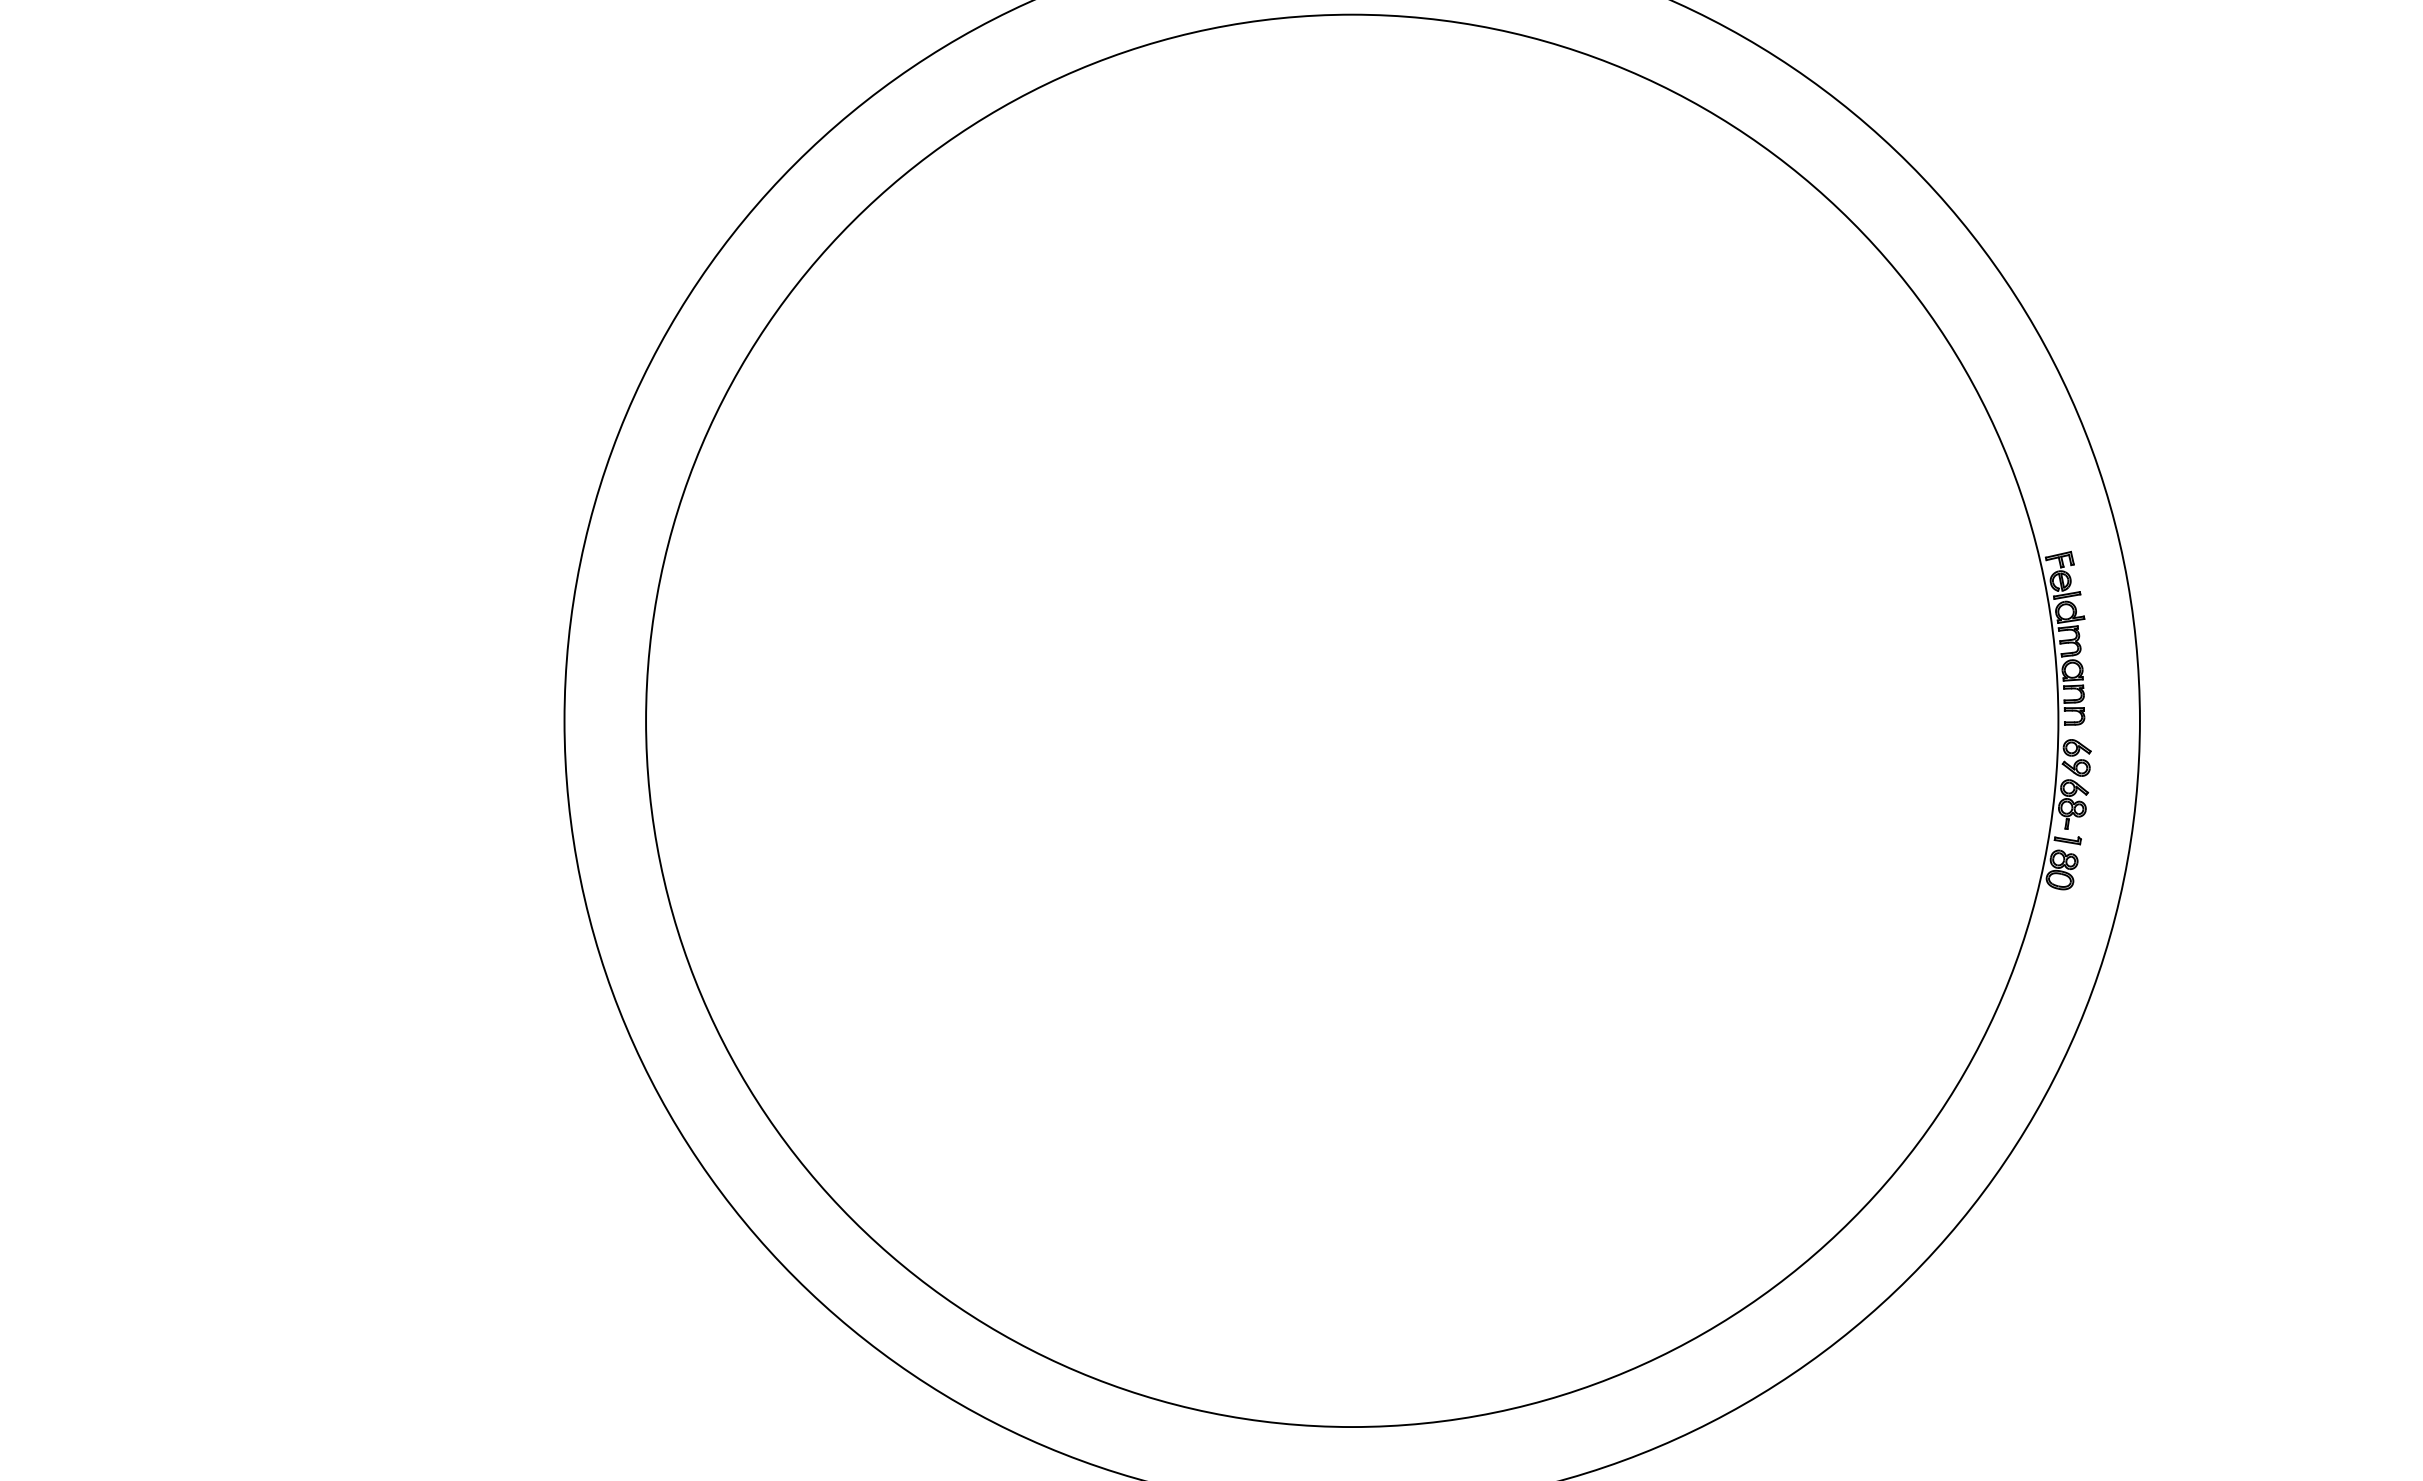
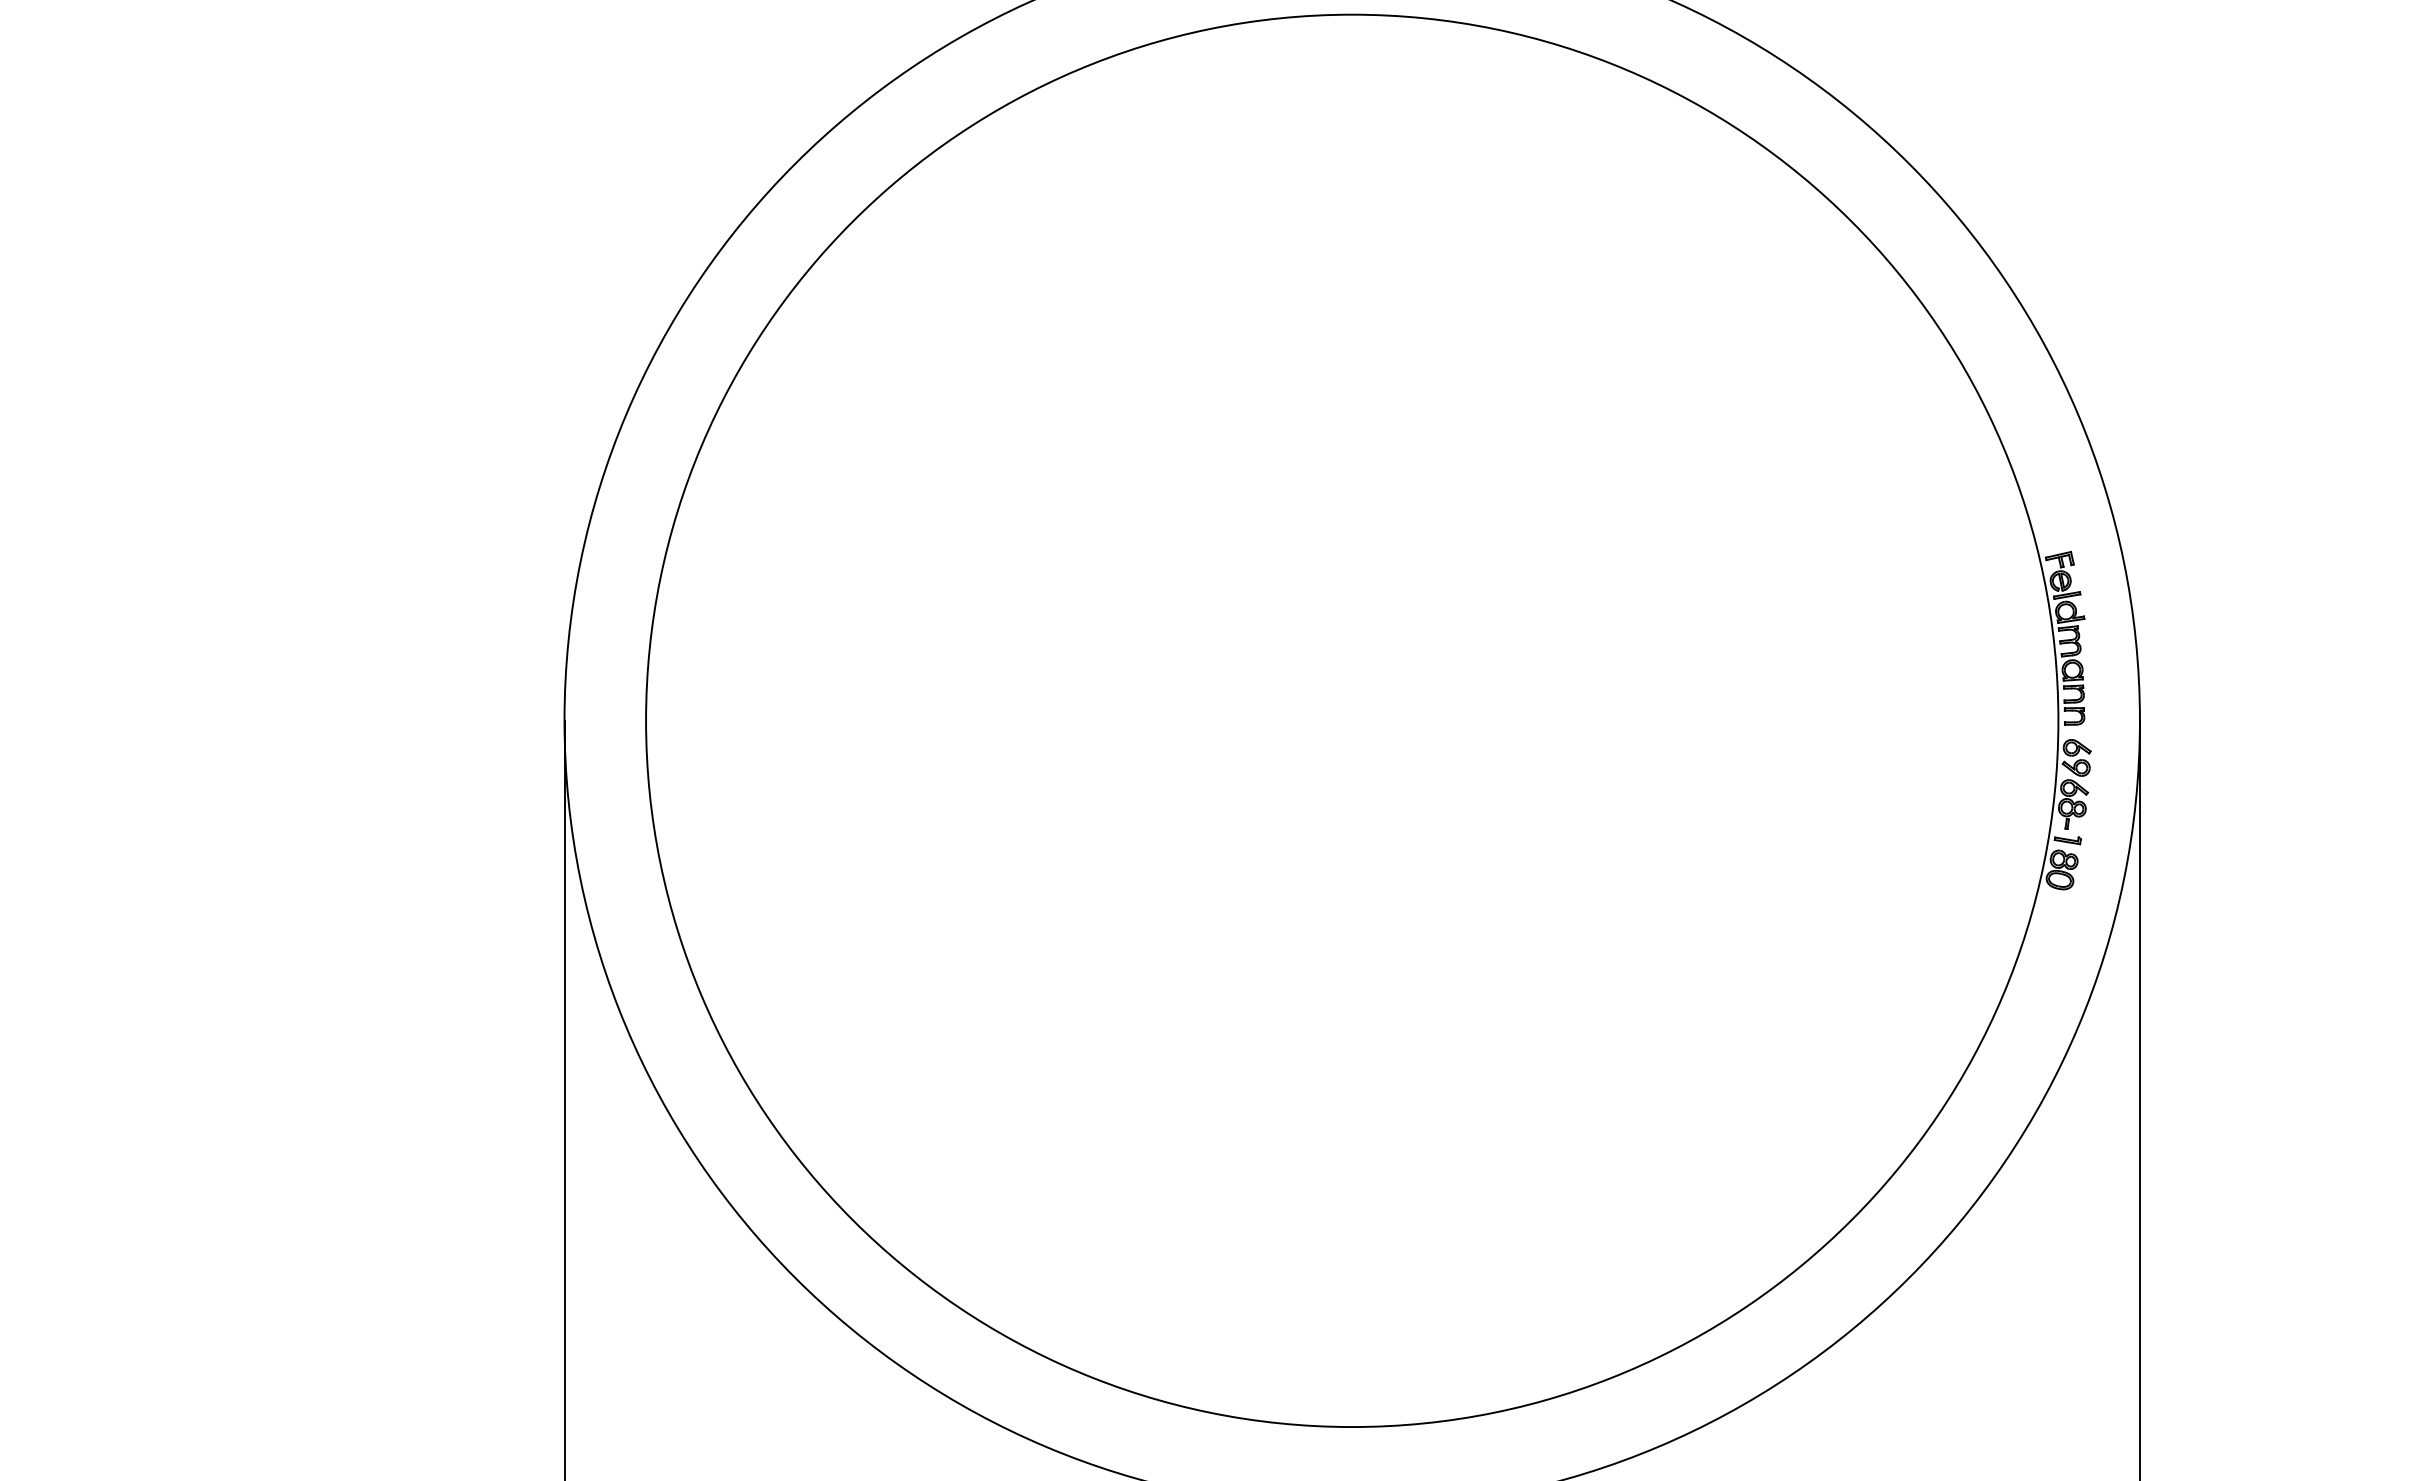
line at (564, 1098): none -> present
line at (2139, 1098): none -> present
